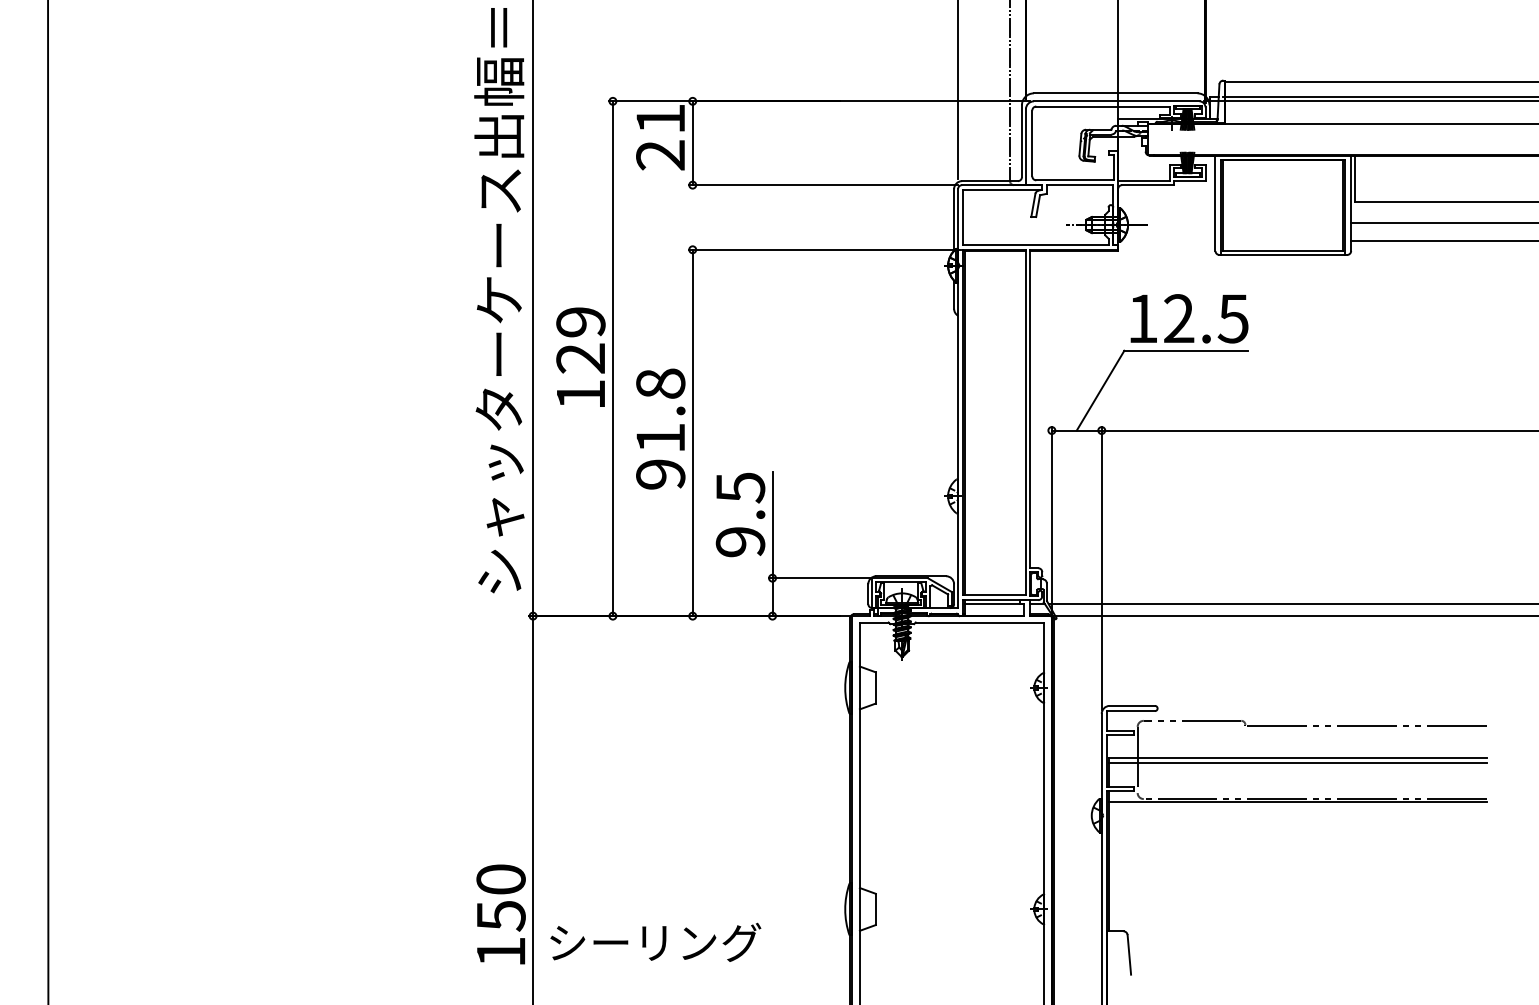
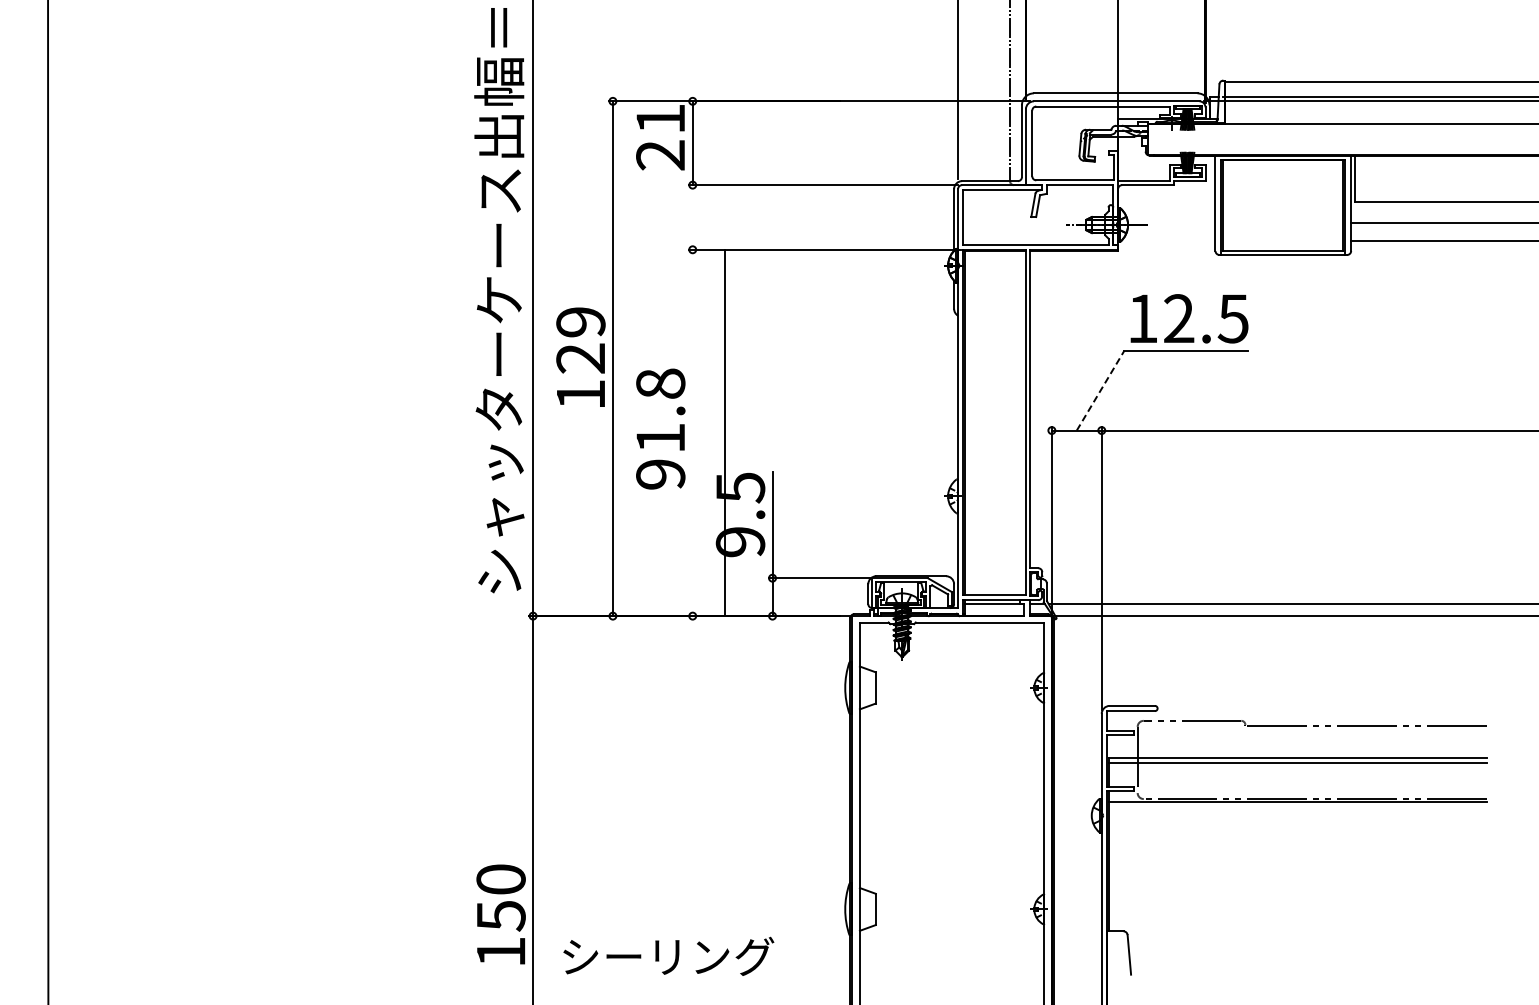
line at (1100, 390): solid -> dashed
line at (692, 432) position: (692, 432) -> (724, 432)
text at (655, 941) position: (655, 941) -> (668, 955)
